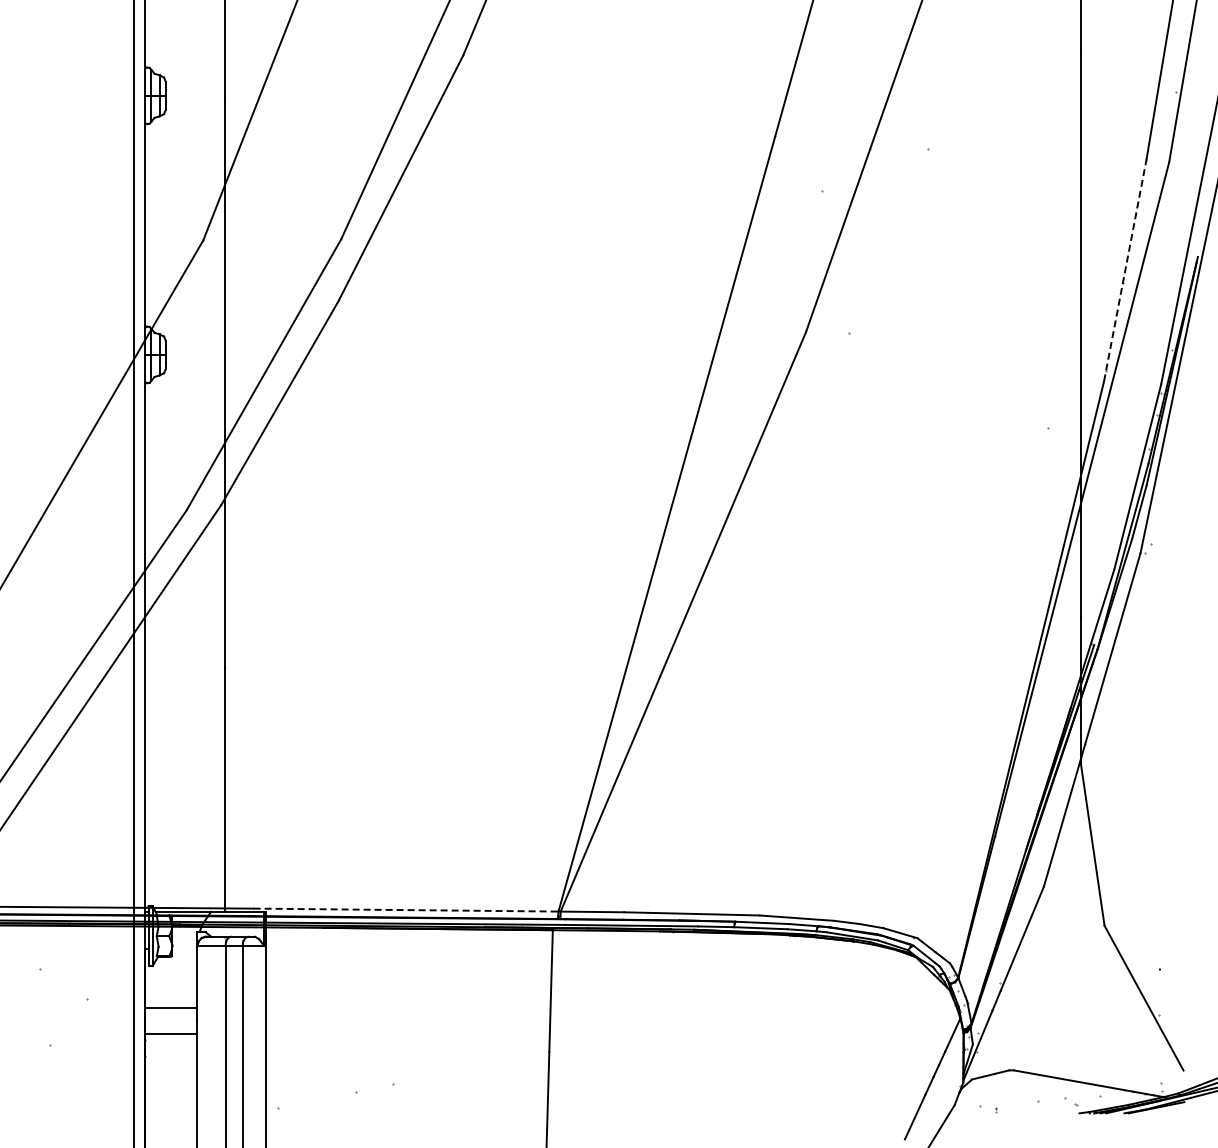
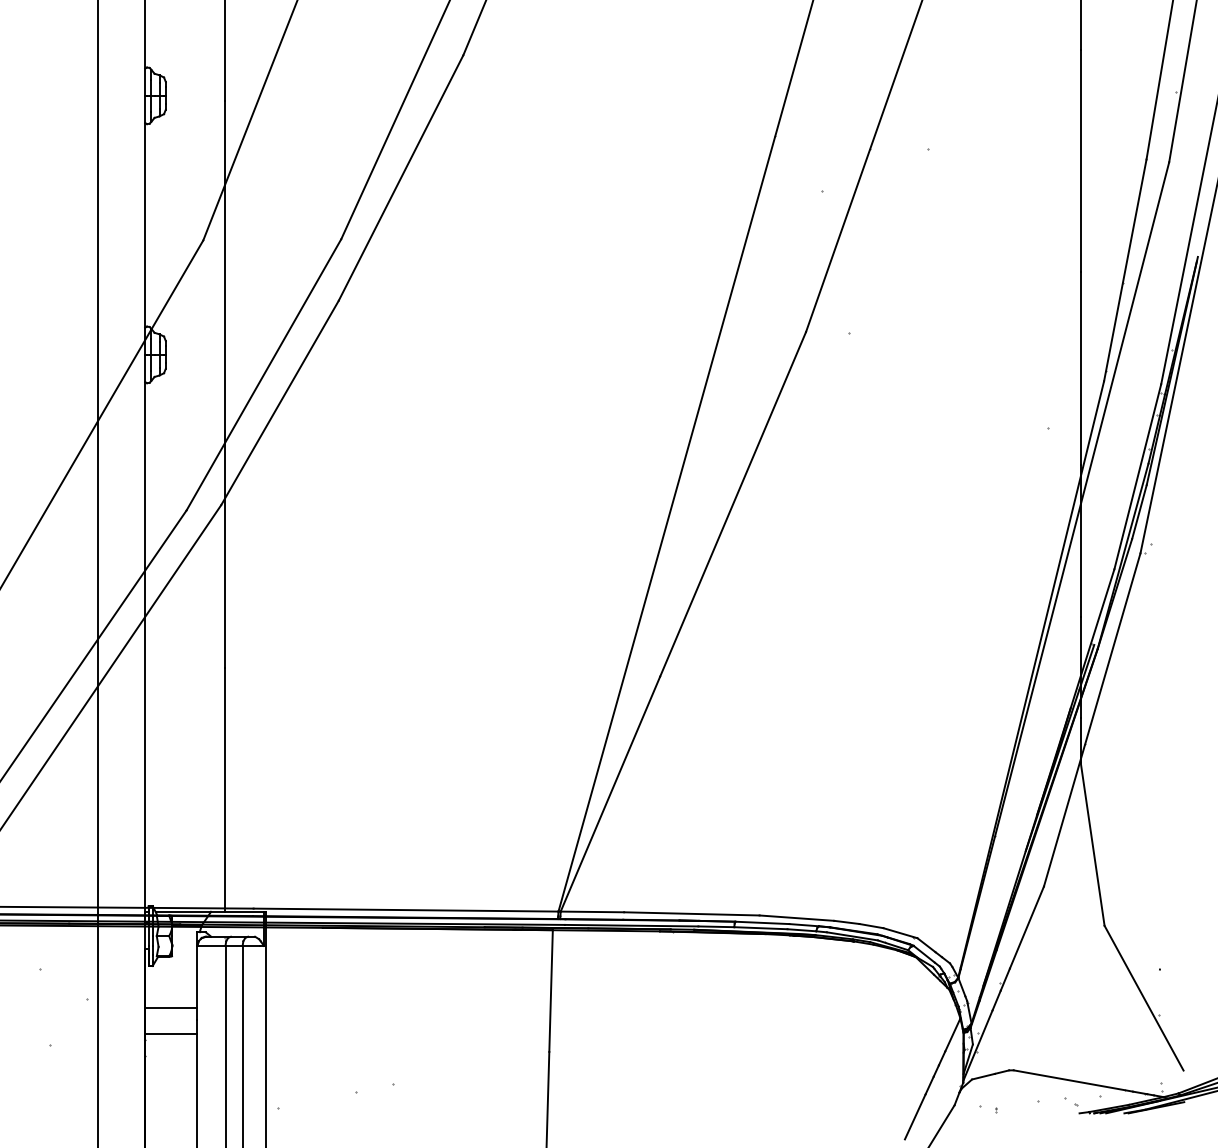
line at (1125, 270): dashed -> solid
line at (134, 573) position: (134, 573) -> (98, 573)
line at (406, 910): dashed -> solid
